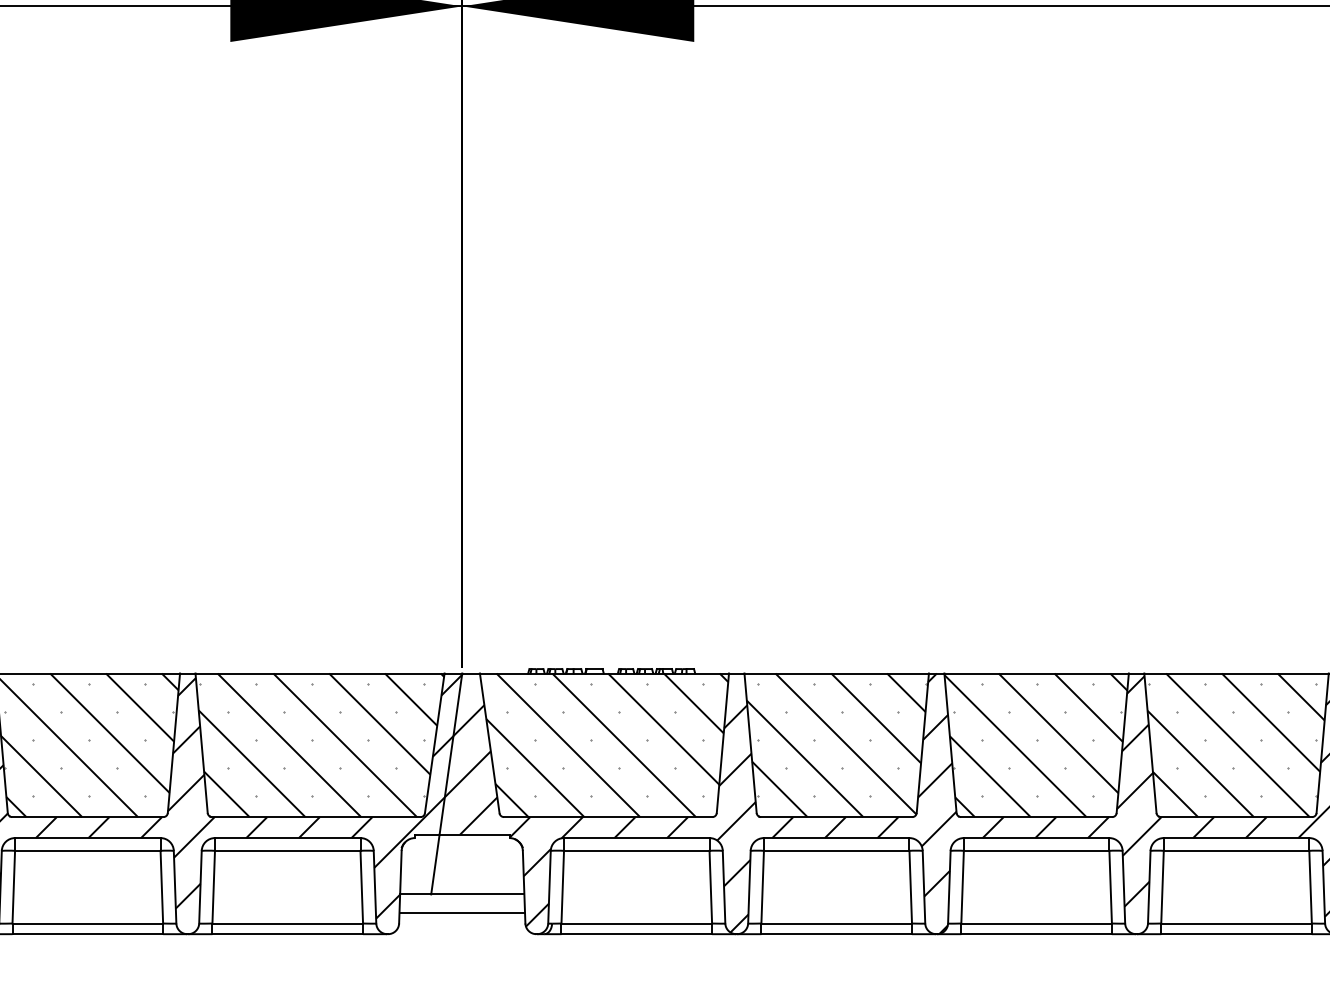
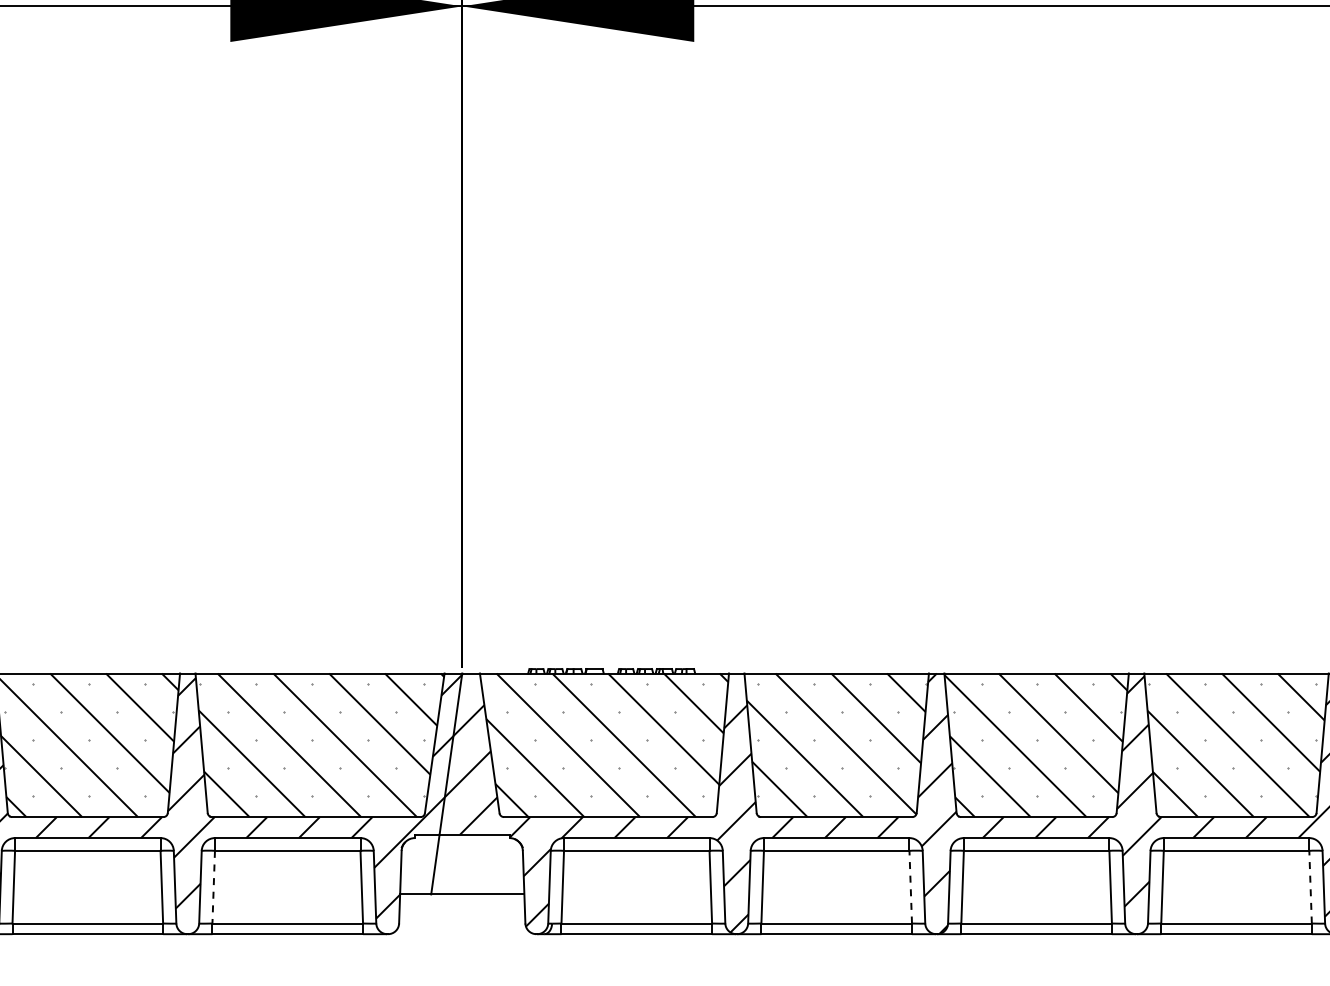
line at (910, 886): solid -> dashed
line at (1310, 886): solid -> dashed
line at (213, 887): solid -> dashed
line at (462, 912): present -> none
